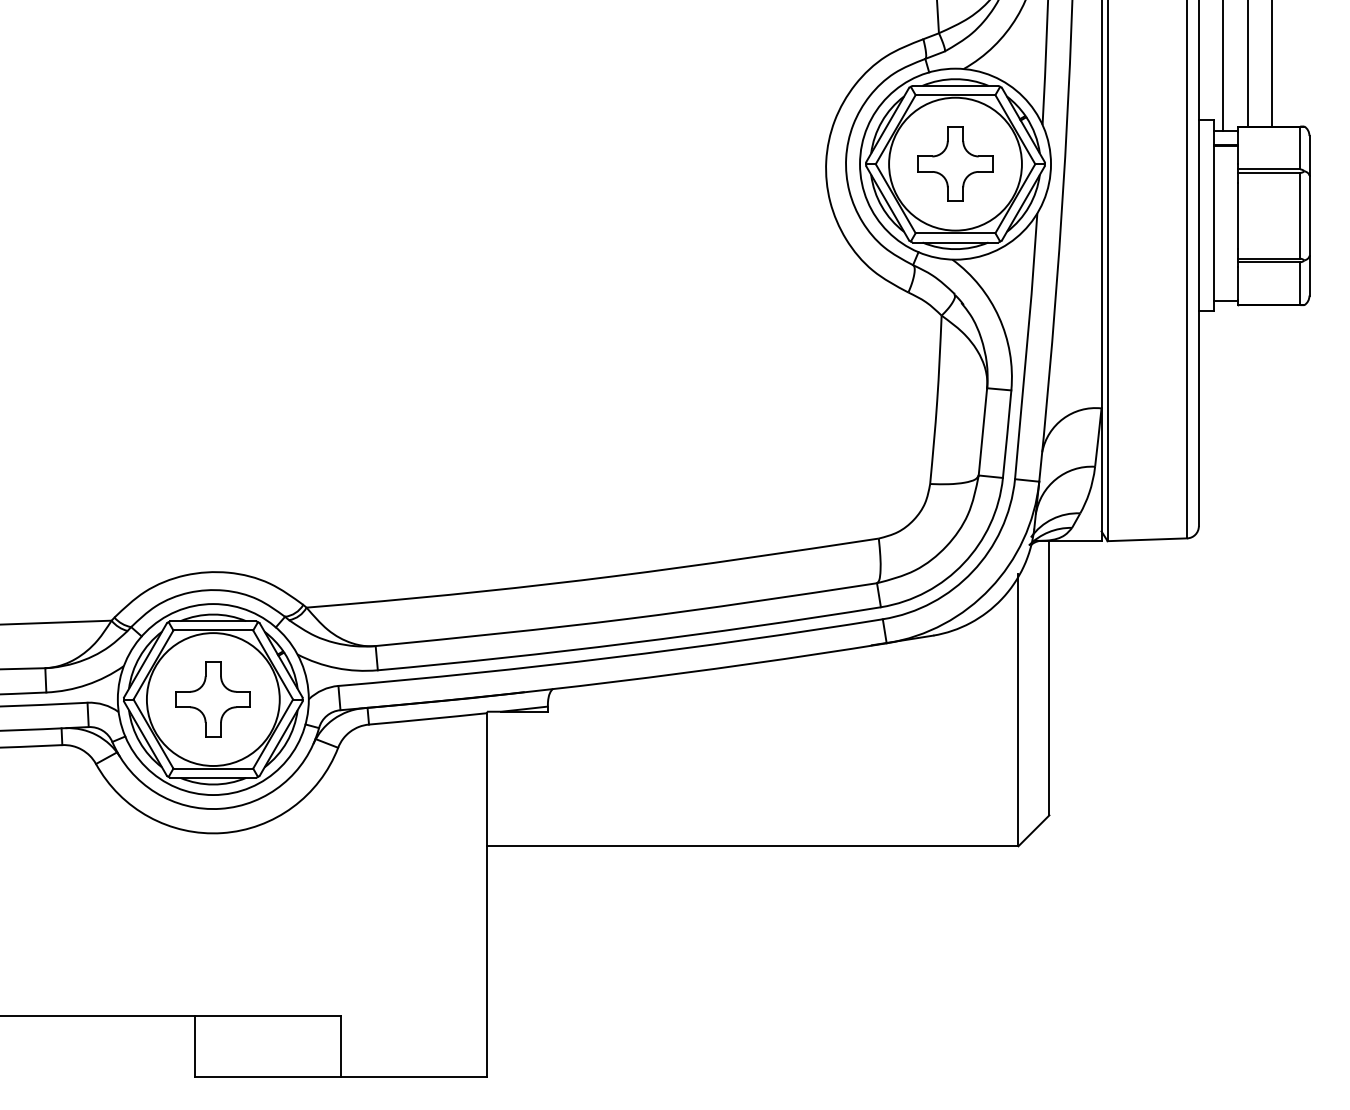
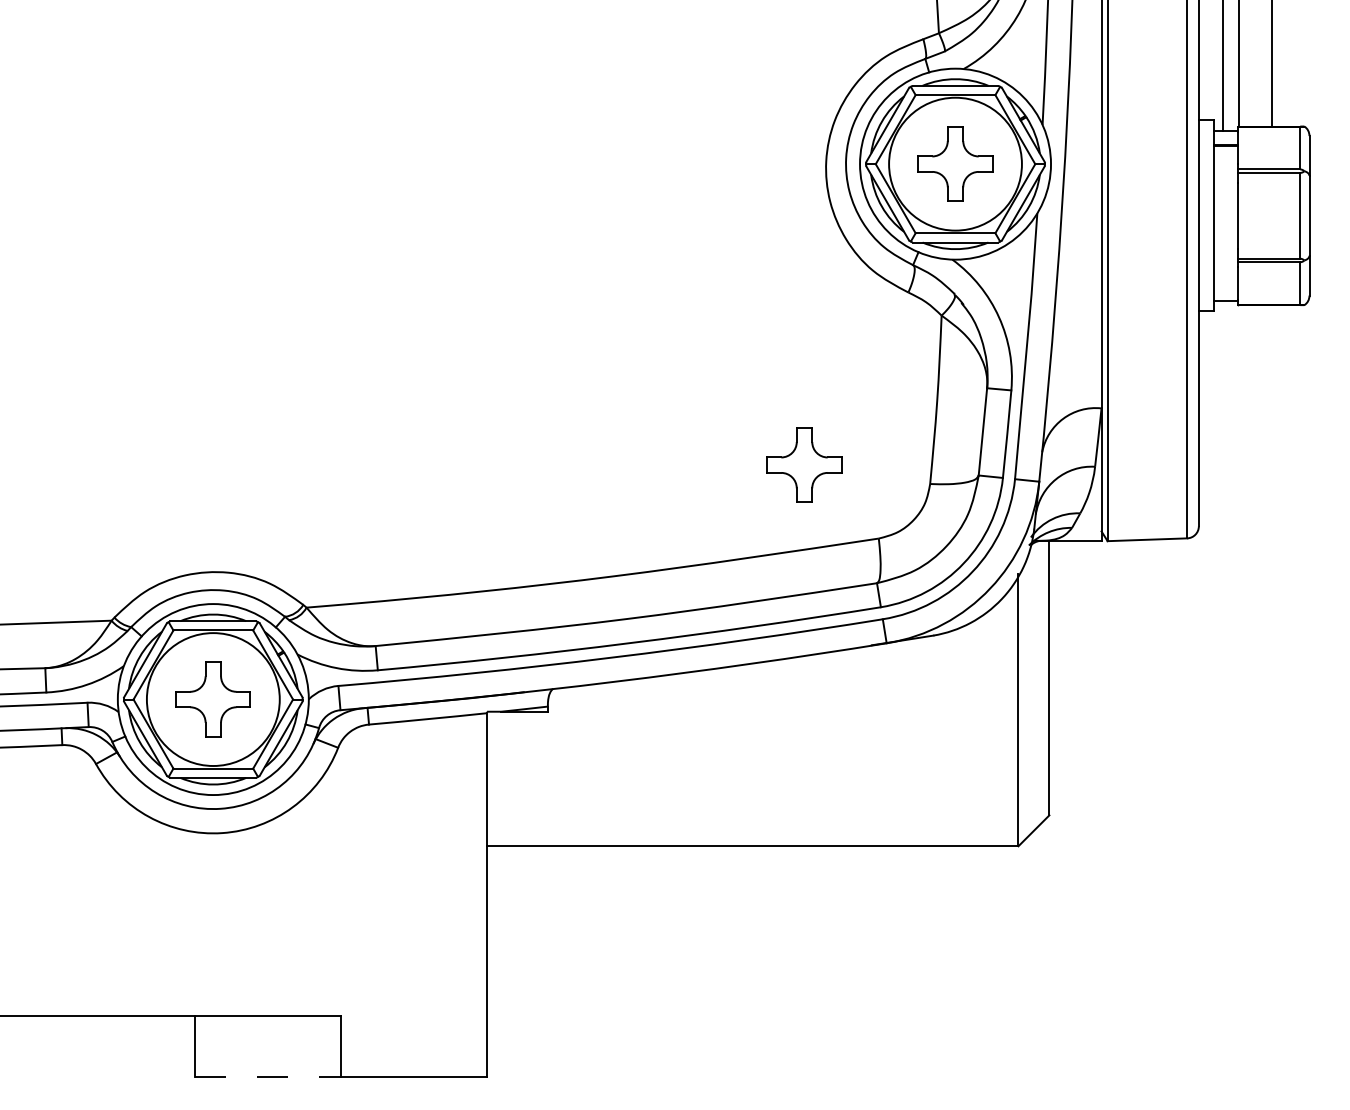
line at (1247, 64) position: (1247, 64) -> (1238, 64)
part at (804, 464): none -> present
line at (268, 1076): solid -> dashed
